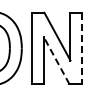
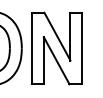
line at (82, 48): dashed -> solid
line at (56, 60): dashed -> solid
